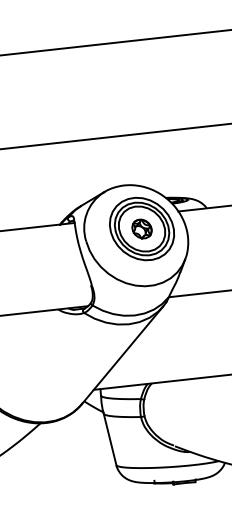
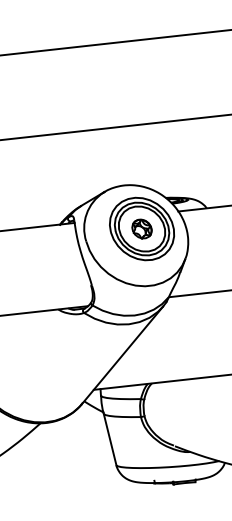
line at (115, 136) position: (115, 136) -> (115, 126)
